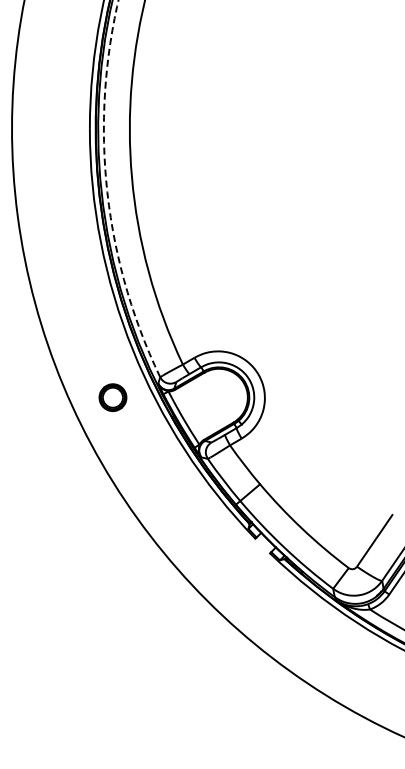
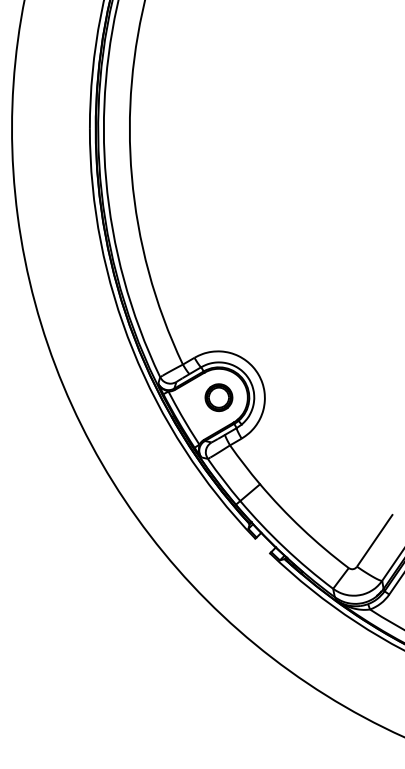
arc at (107, 192): dashed -> solid
part at (112, 397) position: (112, 397) -> (218, 397)
